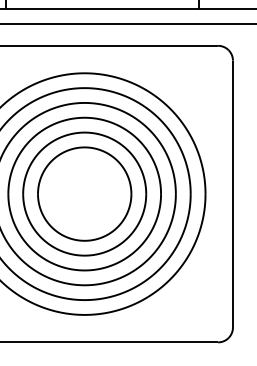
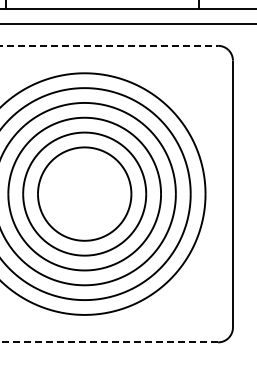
line at (109, 45): solid -> dashed
line at (109, 342): solid -> dashed
